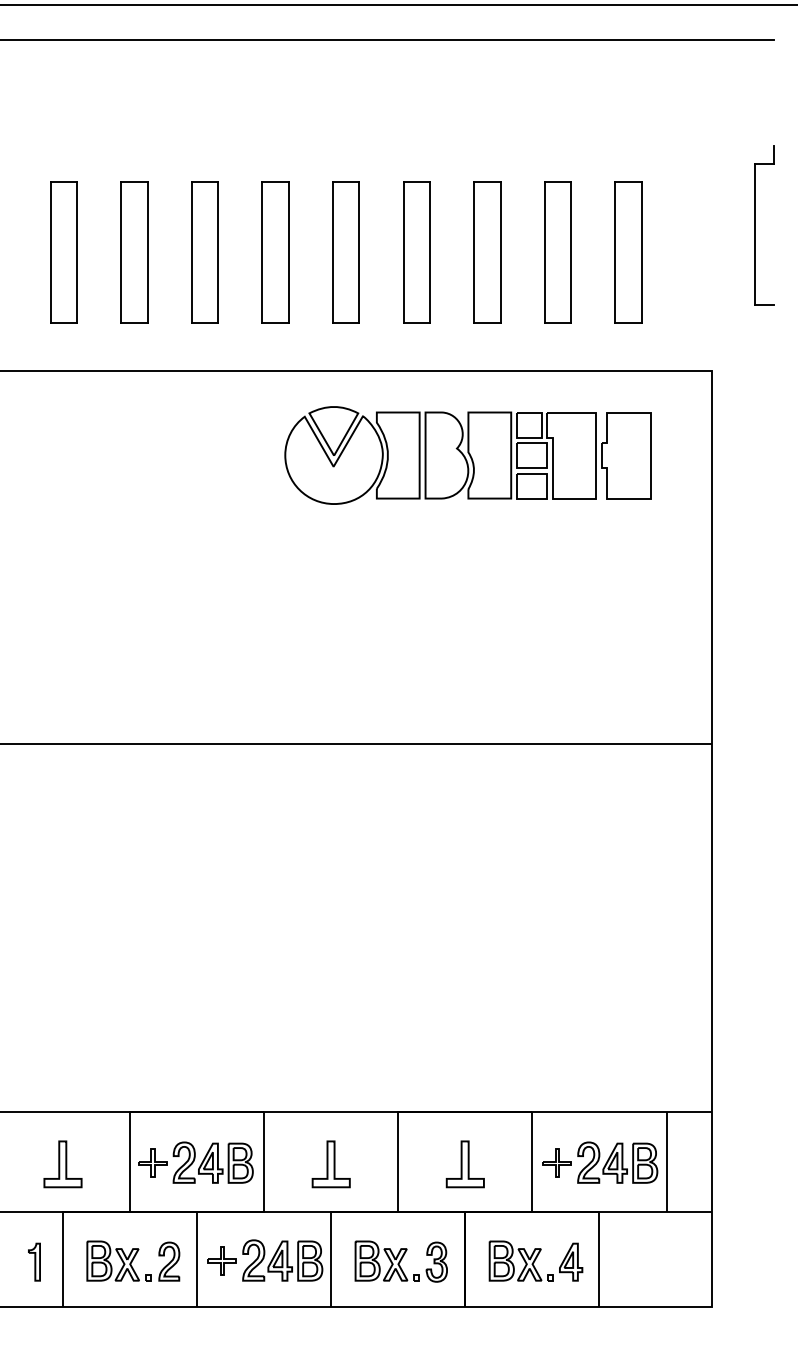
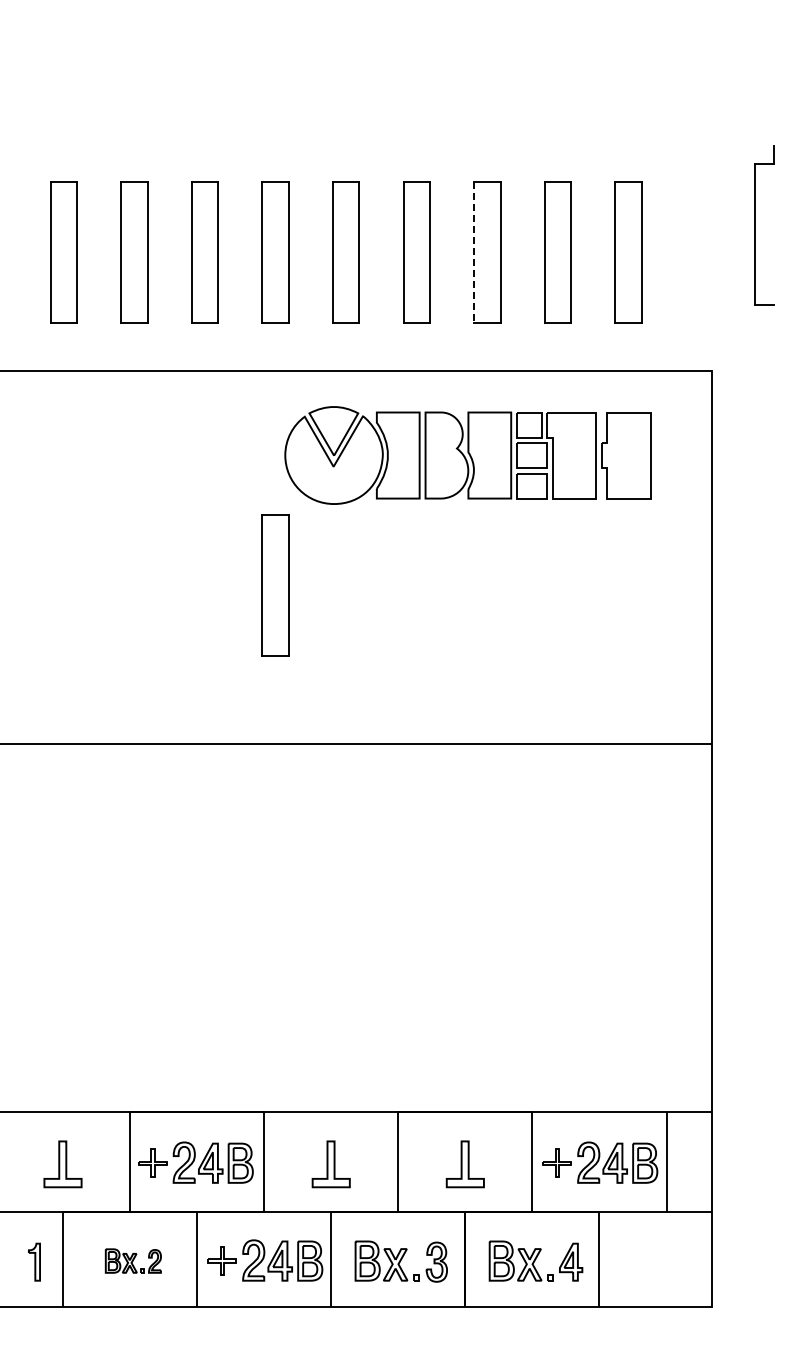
line at (398, 5): present -> none
line at (388, 40): present -> none
line at (474, 252): solid -> dashed
part at (275, 585): none -> present
part at (133, 1260) size: 95x42 px -> 58x26 px
